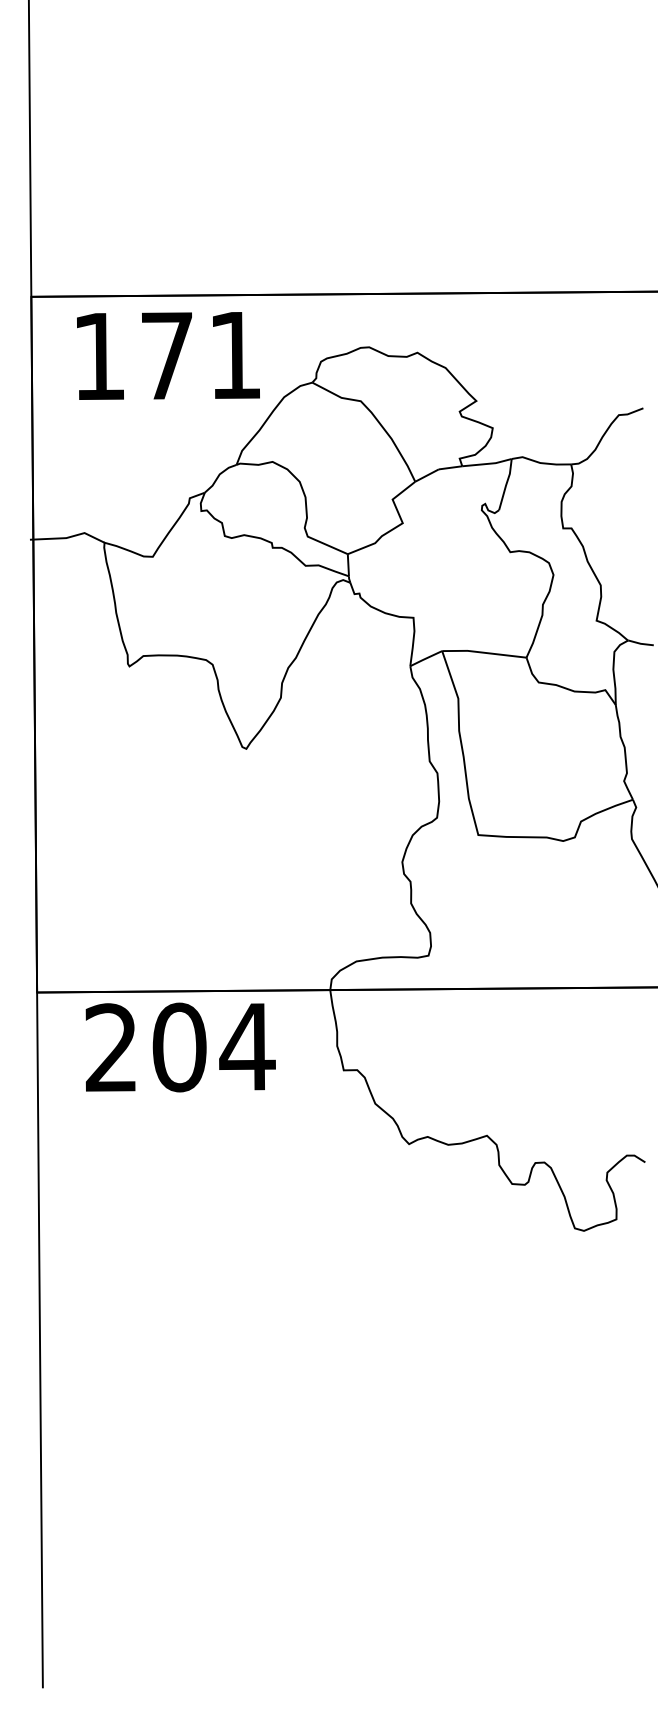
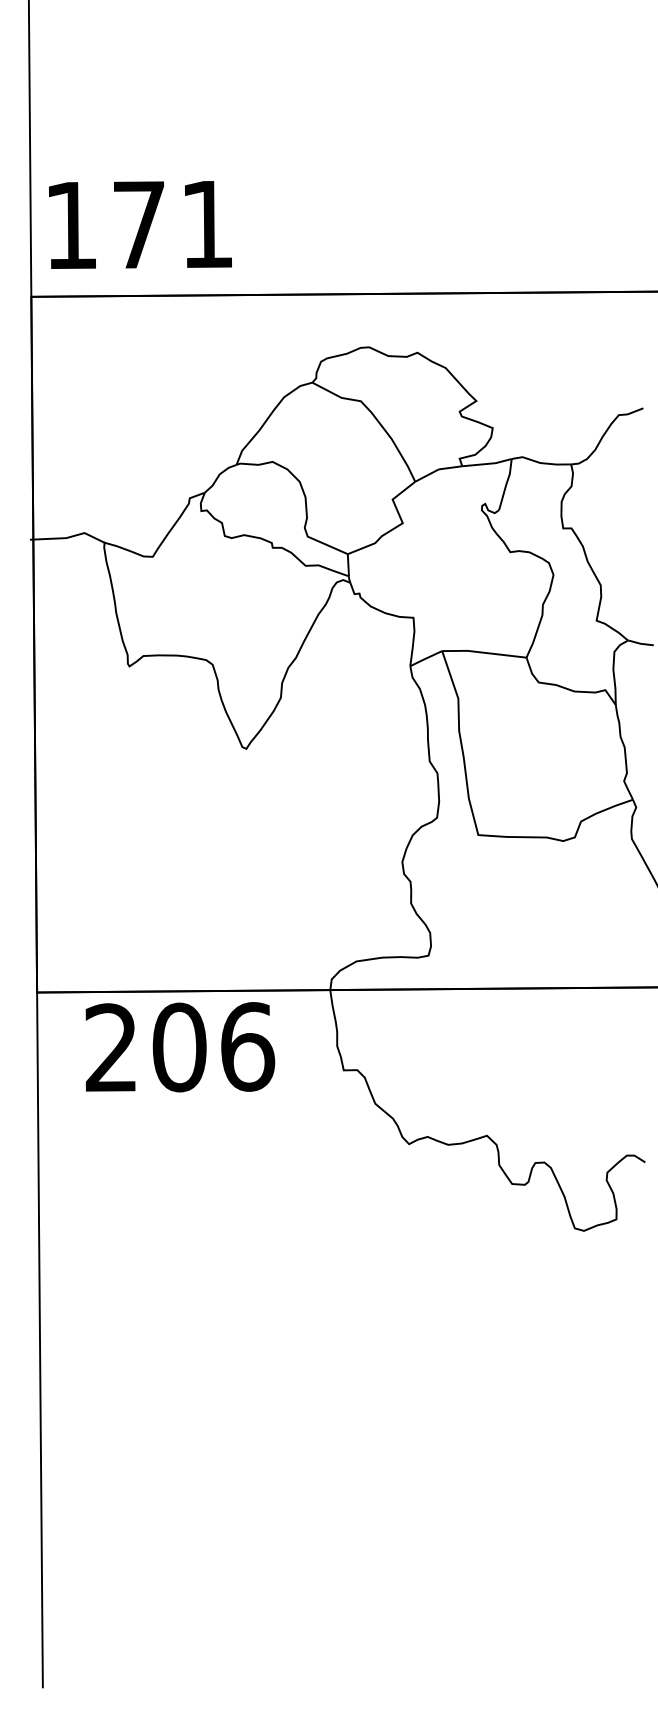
text at (168, 355) position: (168, 355) -> (140, 224)
text at (247, 1046): 204 -> 206
